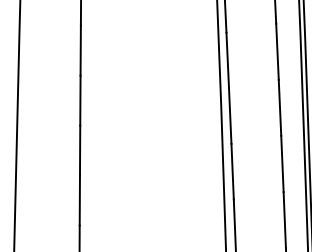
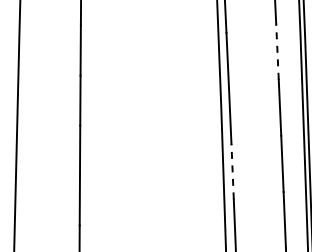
line at (277, 51): solid -> dashed
line at (232, 171): solid -> dashed
